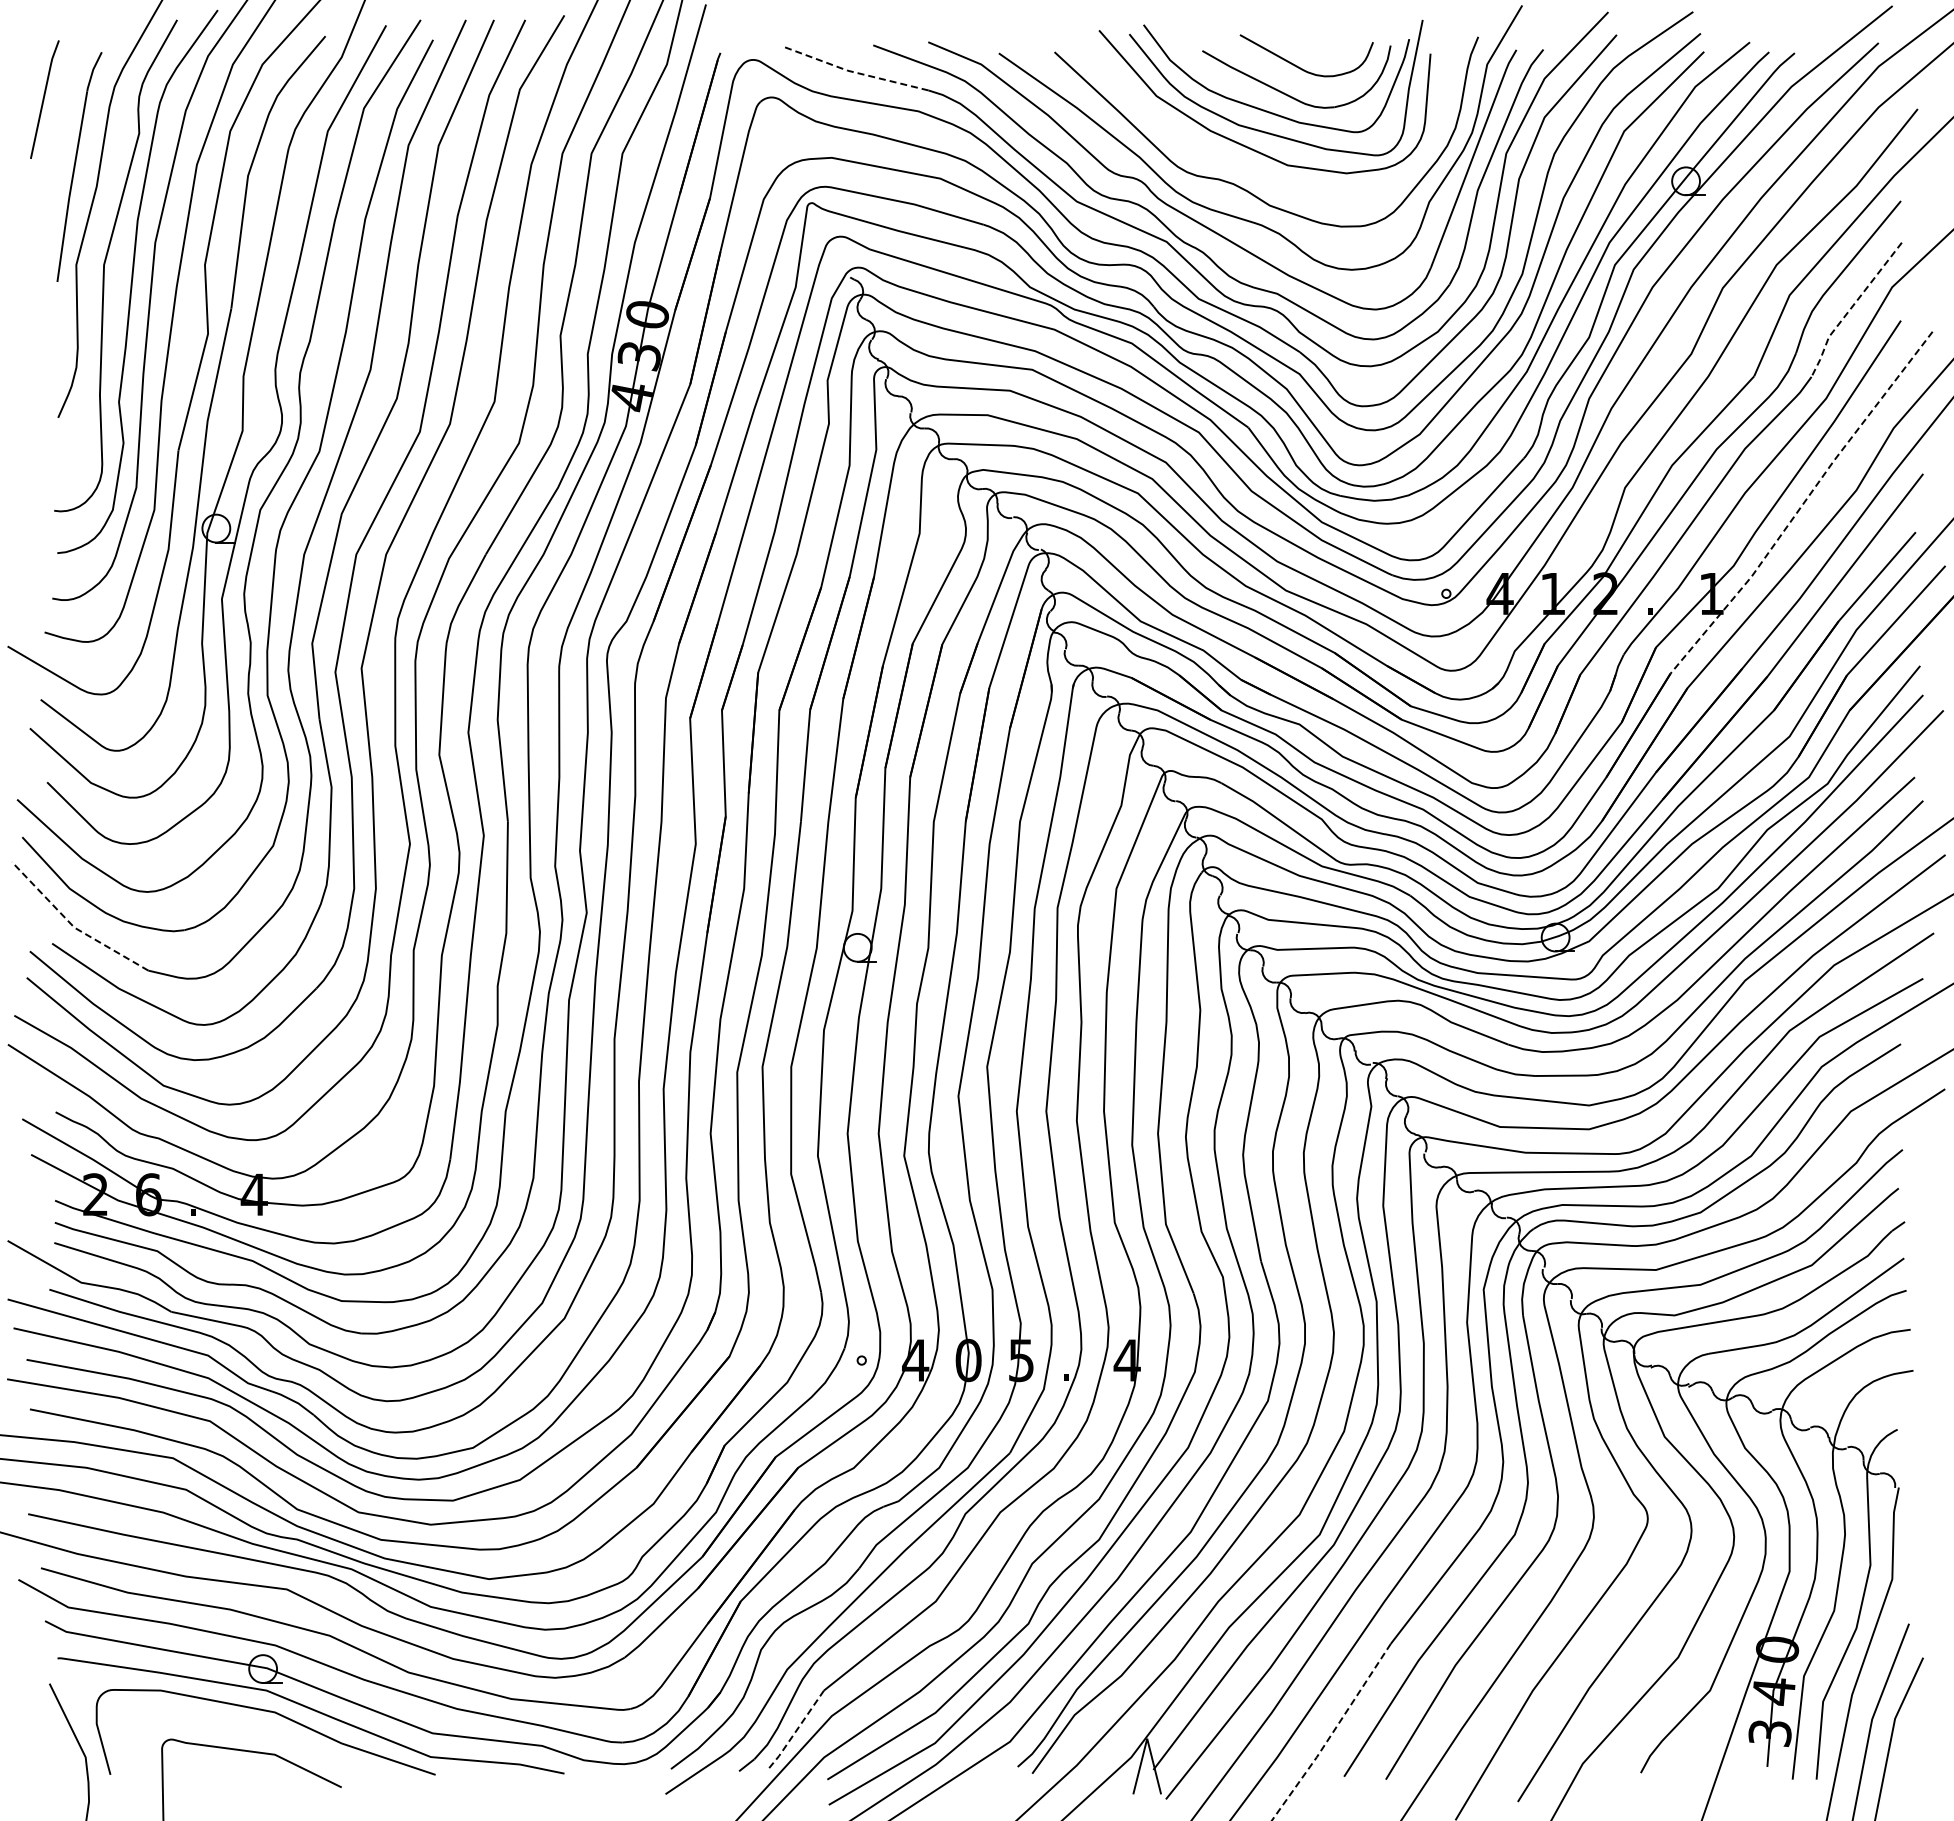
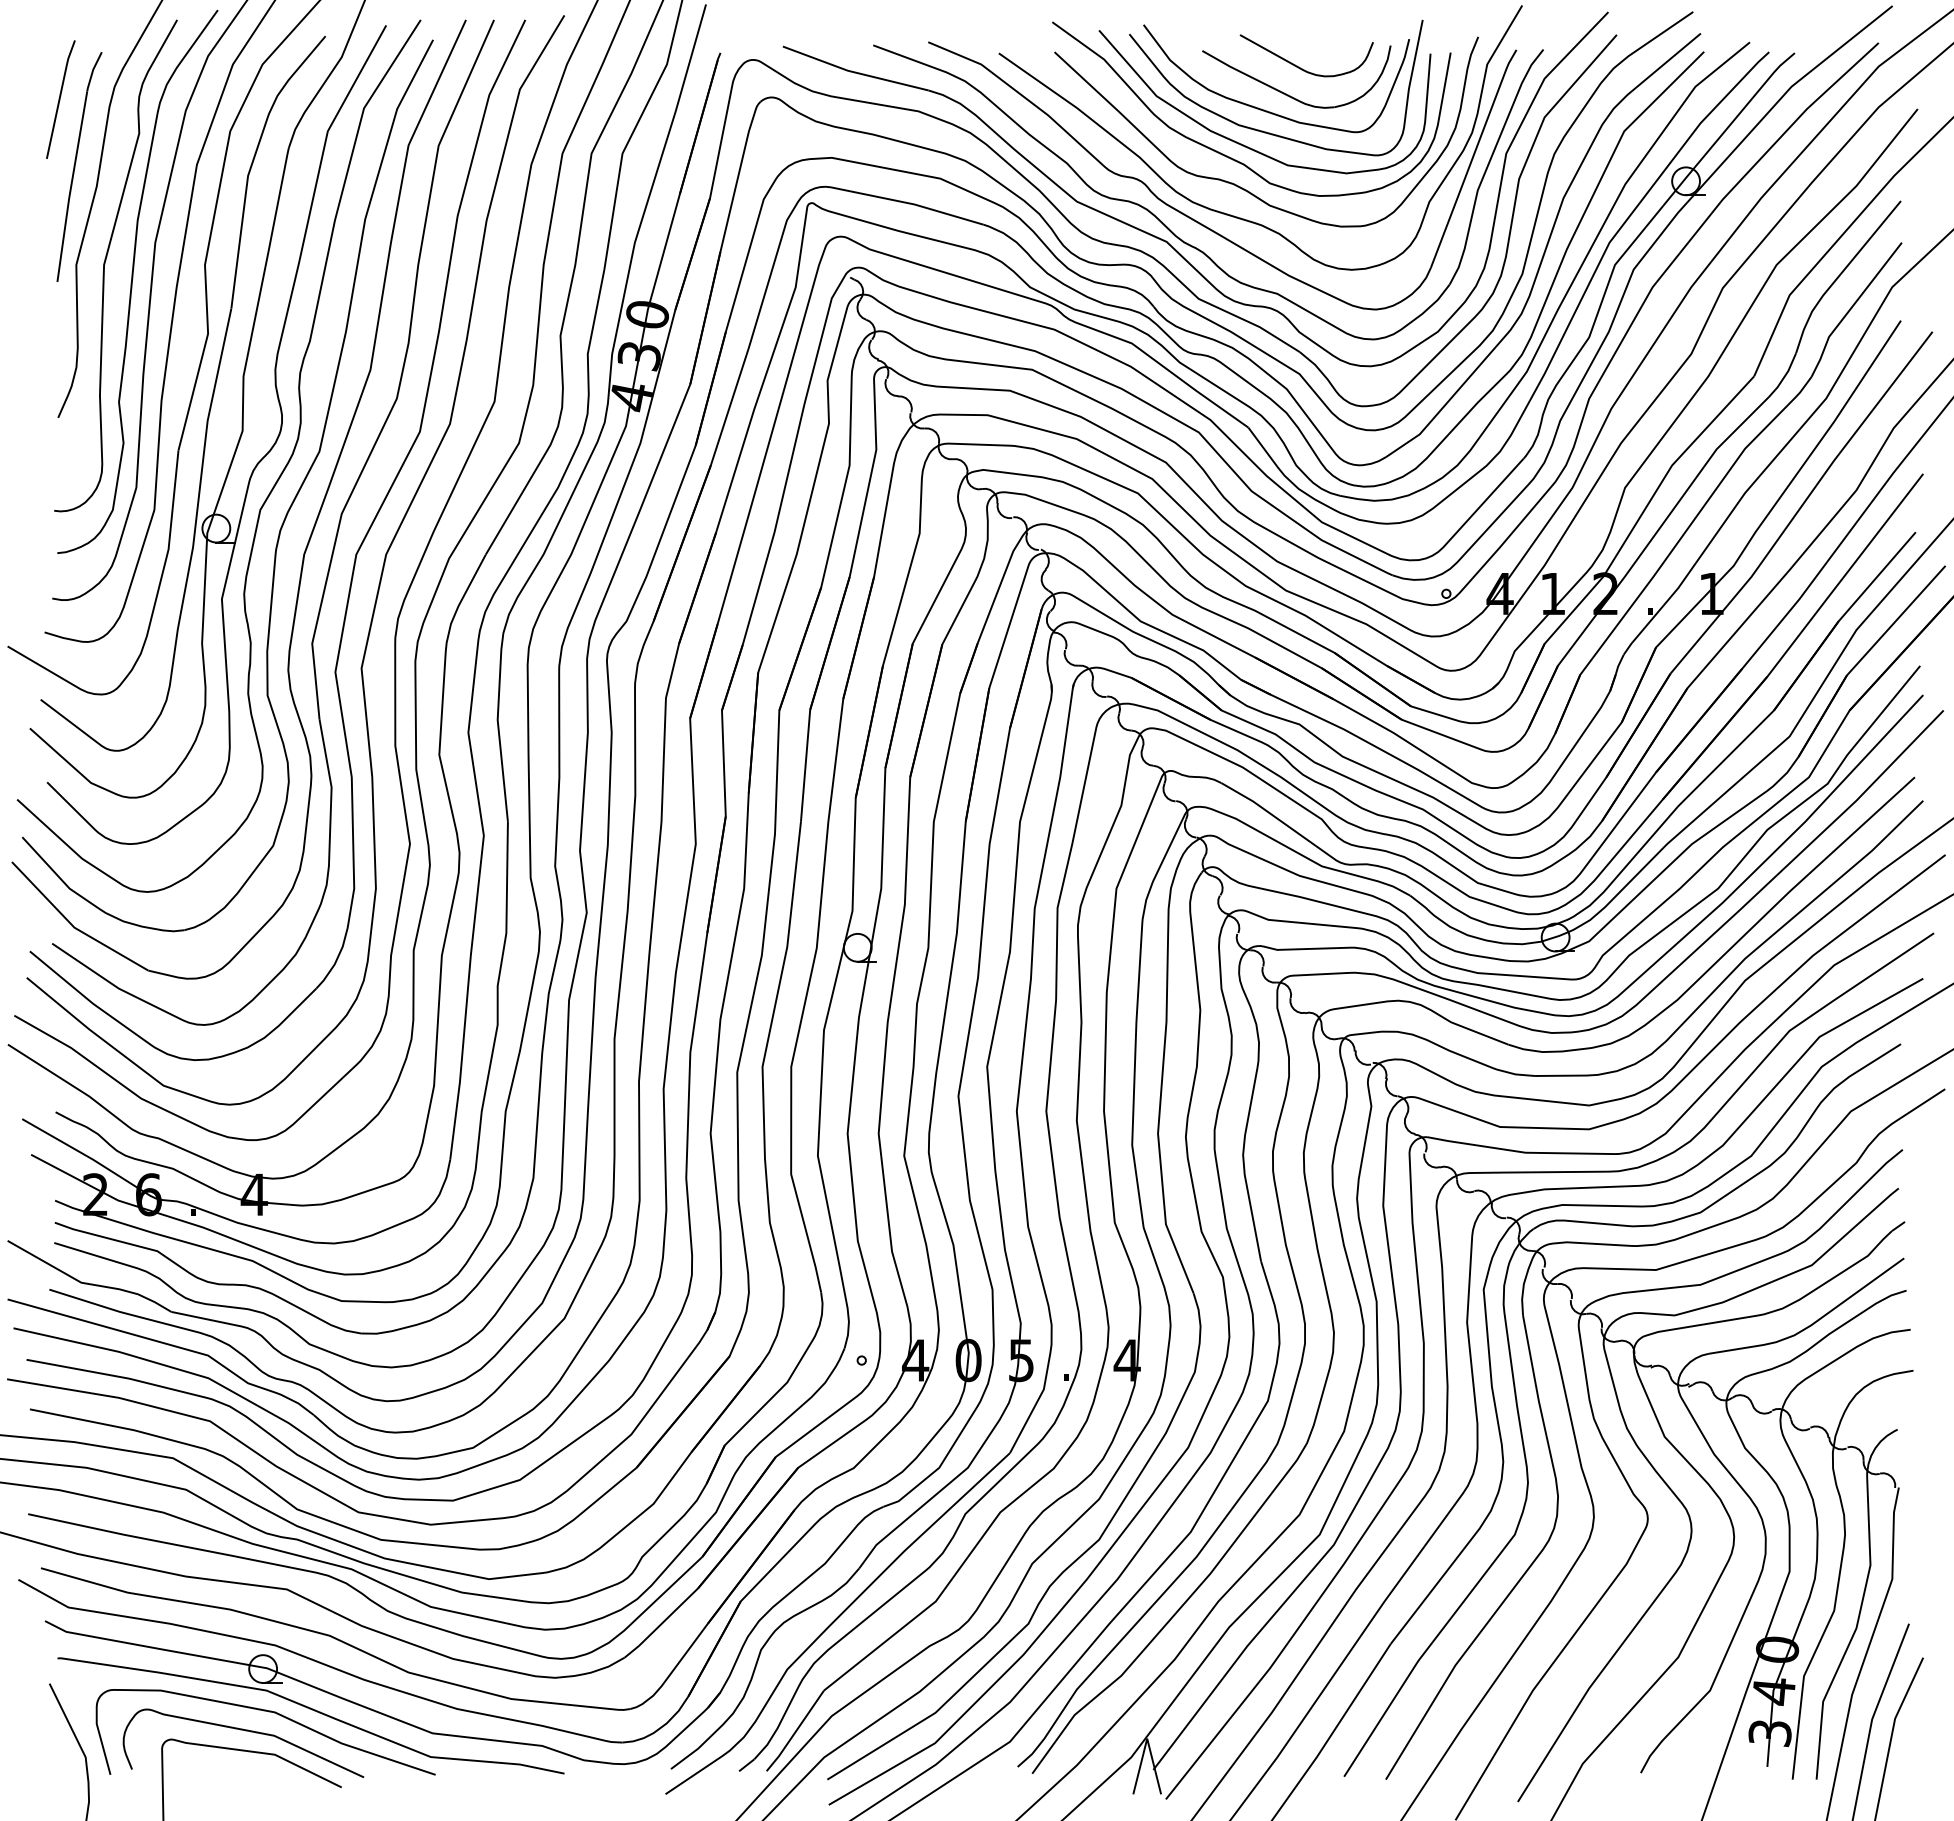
line at (853, 72): dashed -> solid
line at (44, 99) position: (44, 99) -> (60, 99)
curve at (1227, 155): none -> present
line at (1850, 308): dashed -> solid
line at (1802, 504): dashed -> solid
line at (73, 926): dashed -> solid
curve at (245, 1731): none -> present
line at (795, 1732): dashed -> solid
line at (1331, 1734): dashed -> solid
